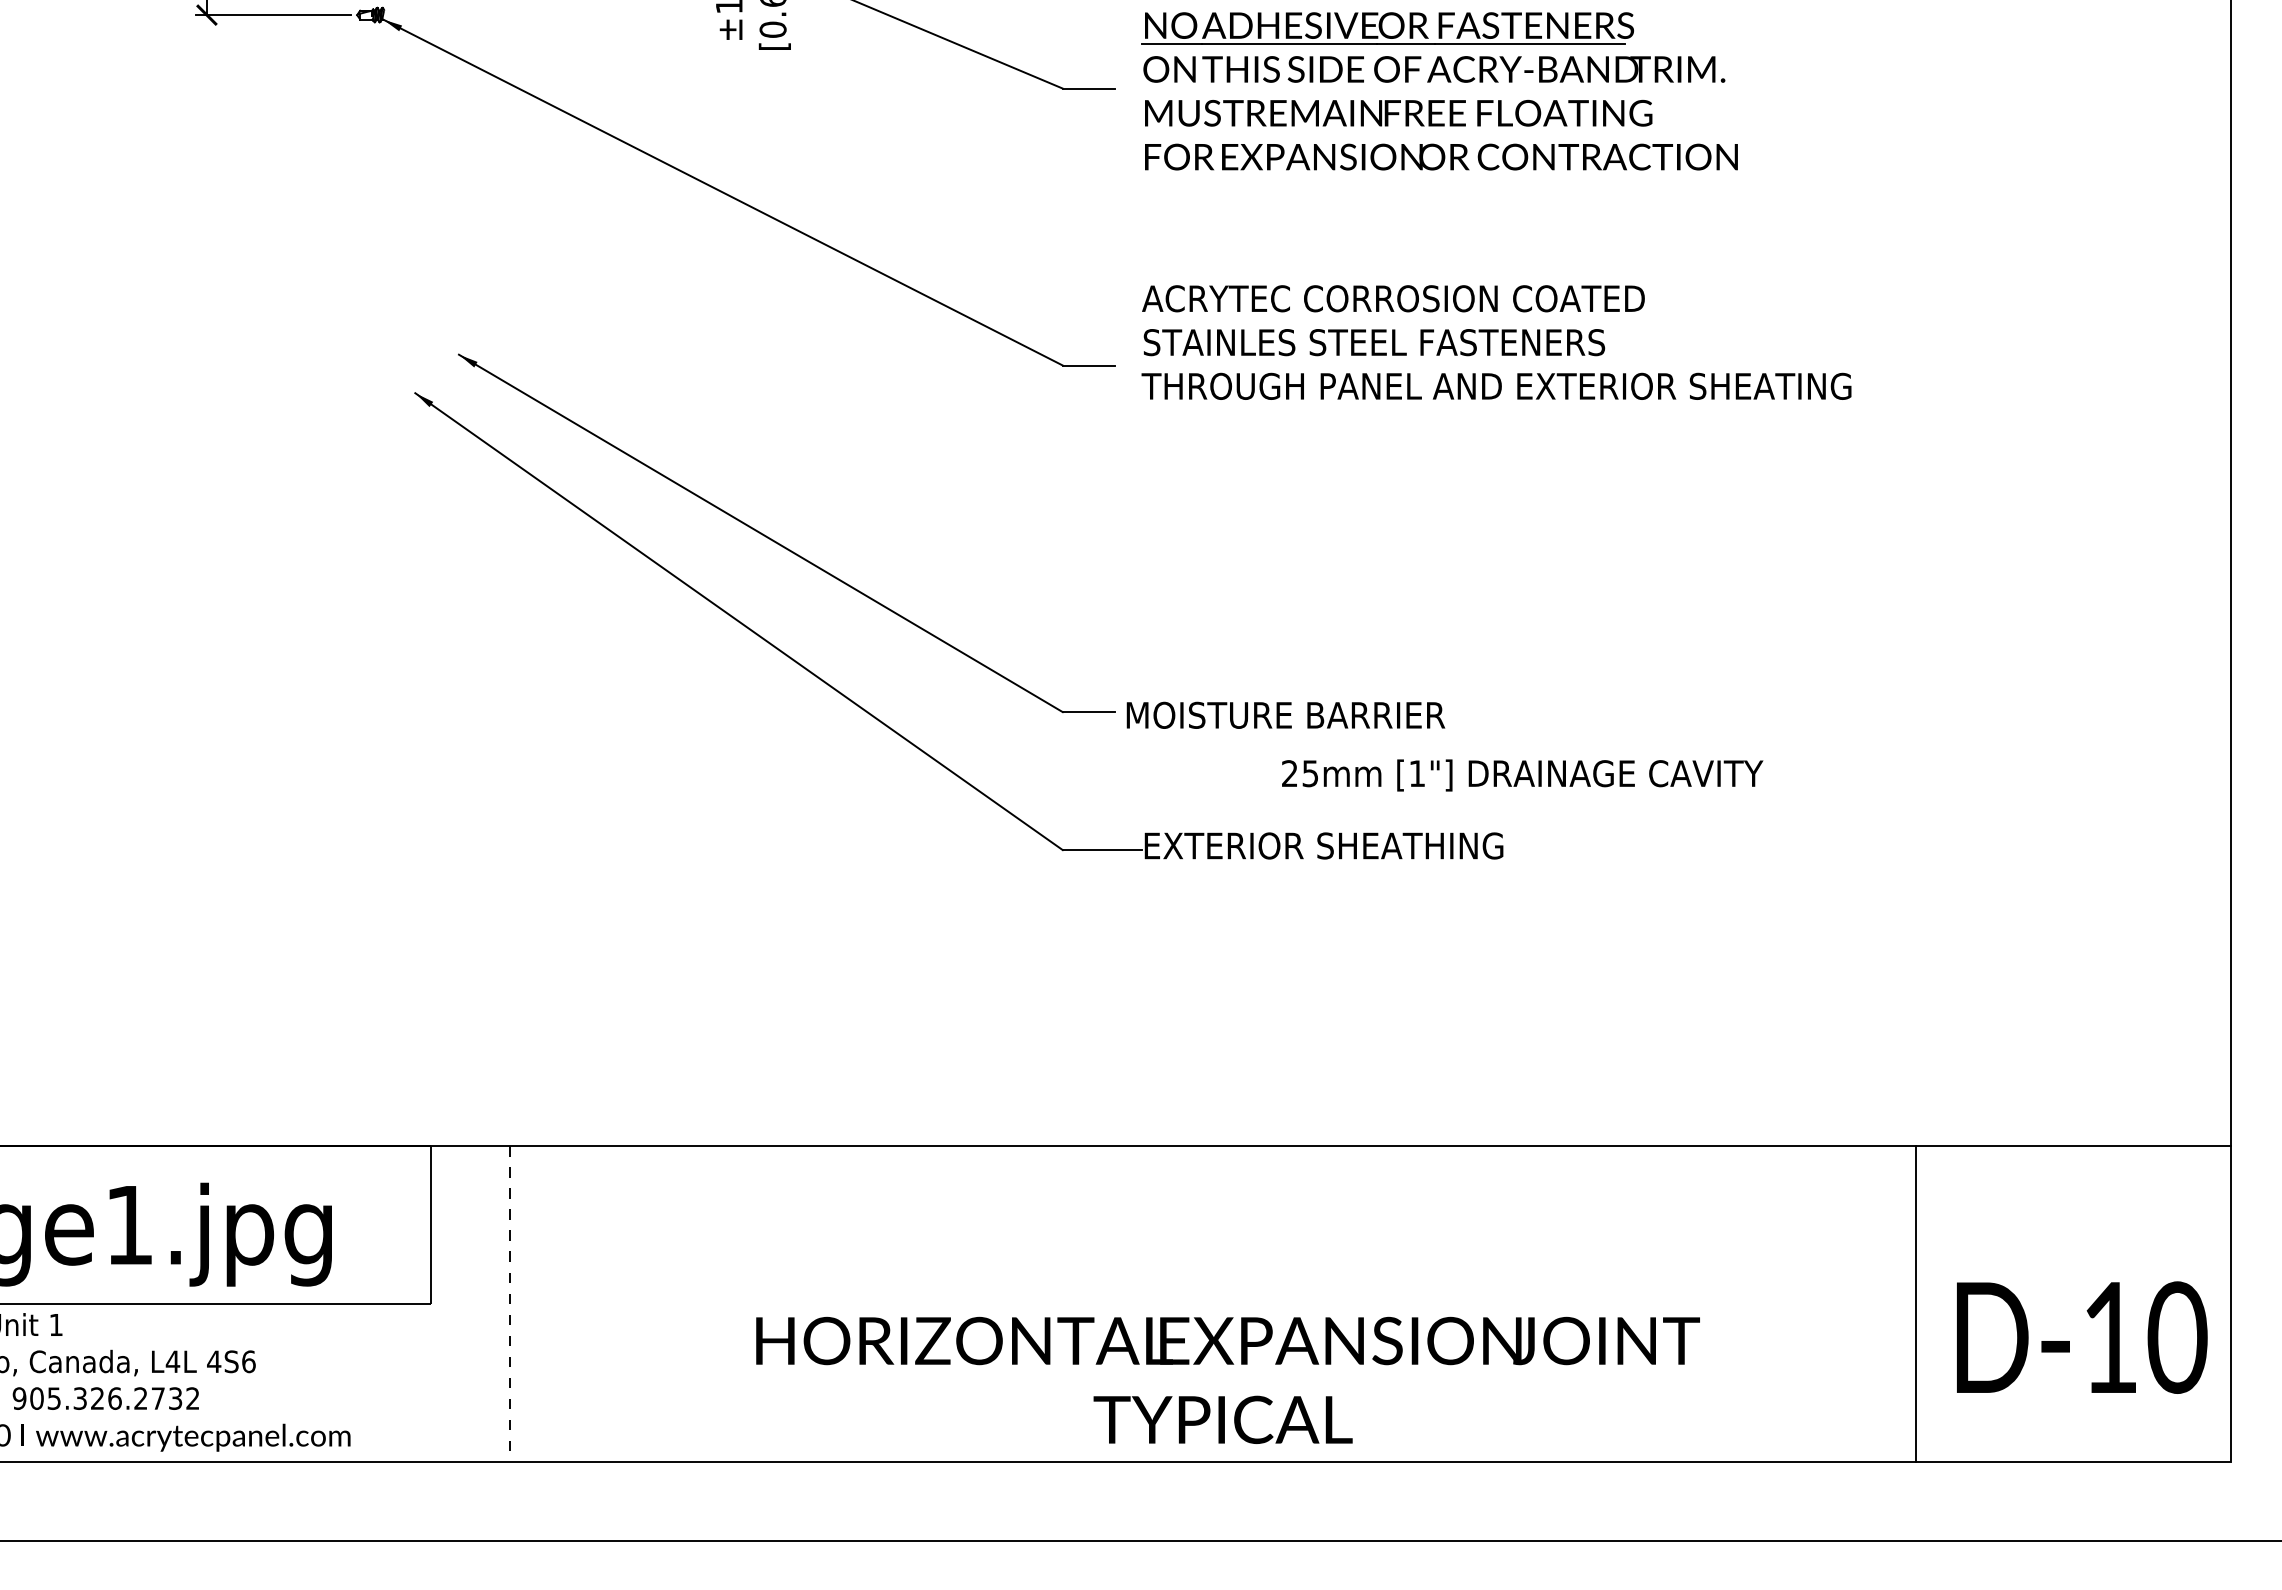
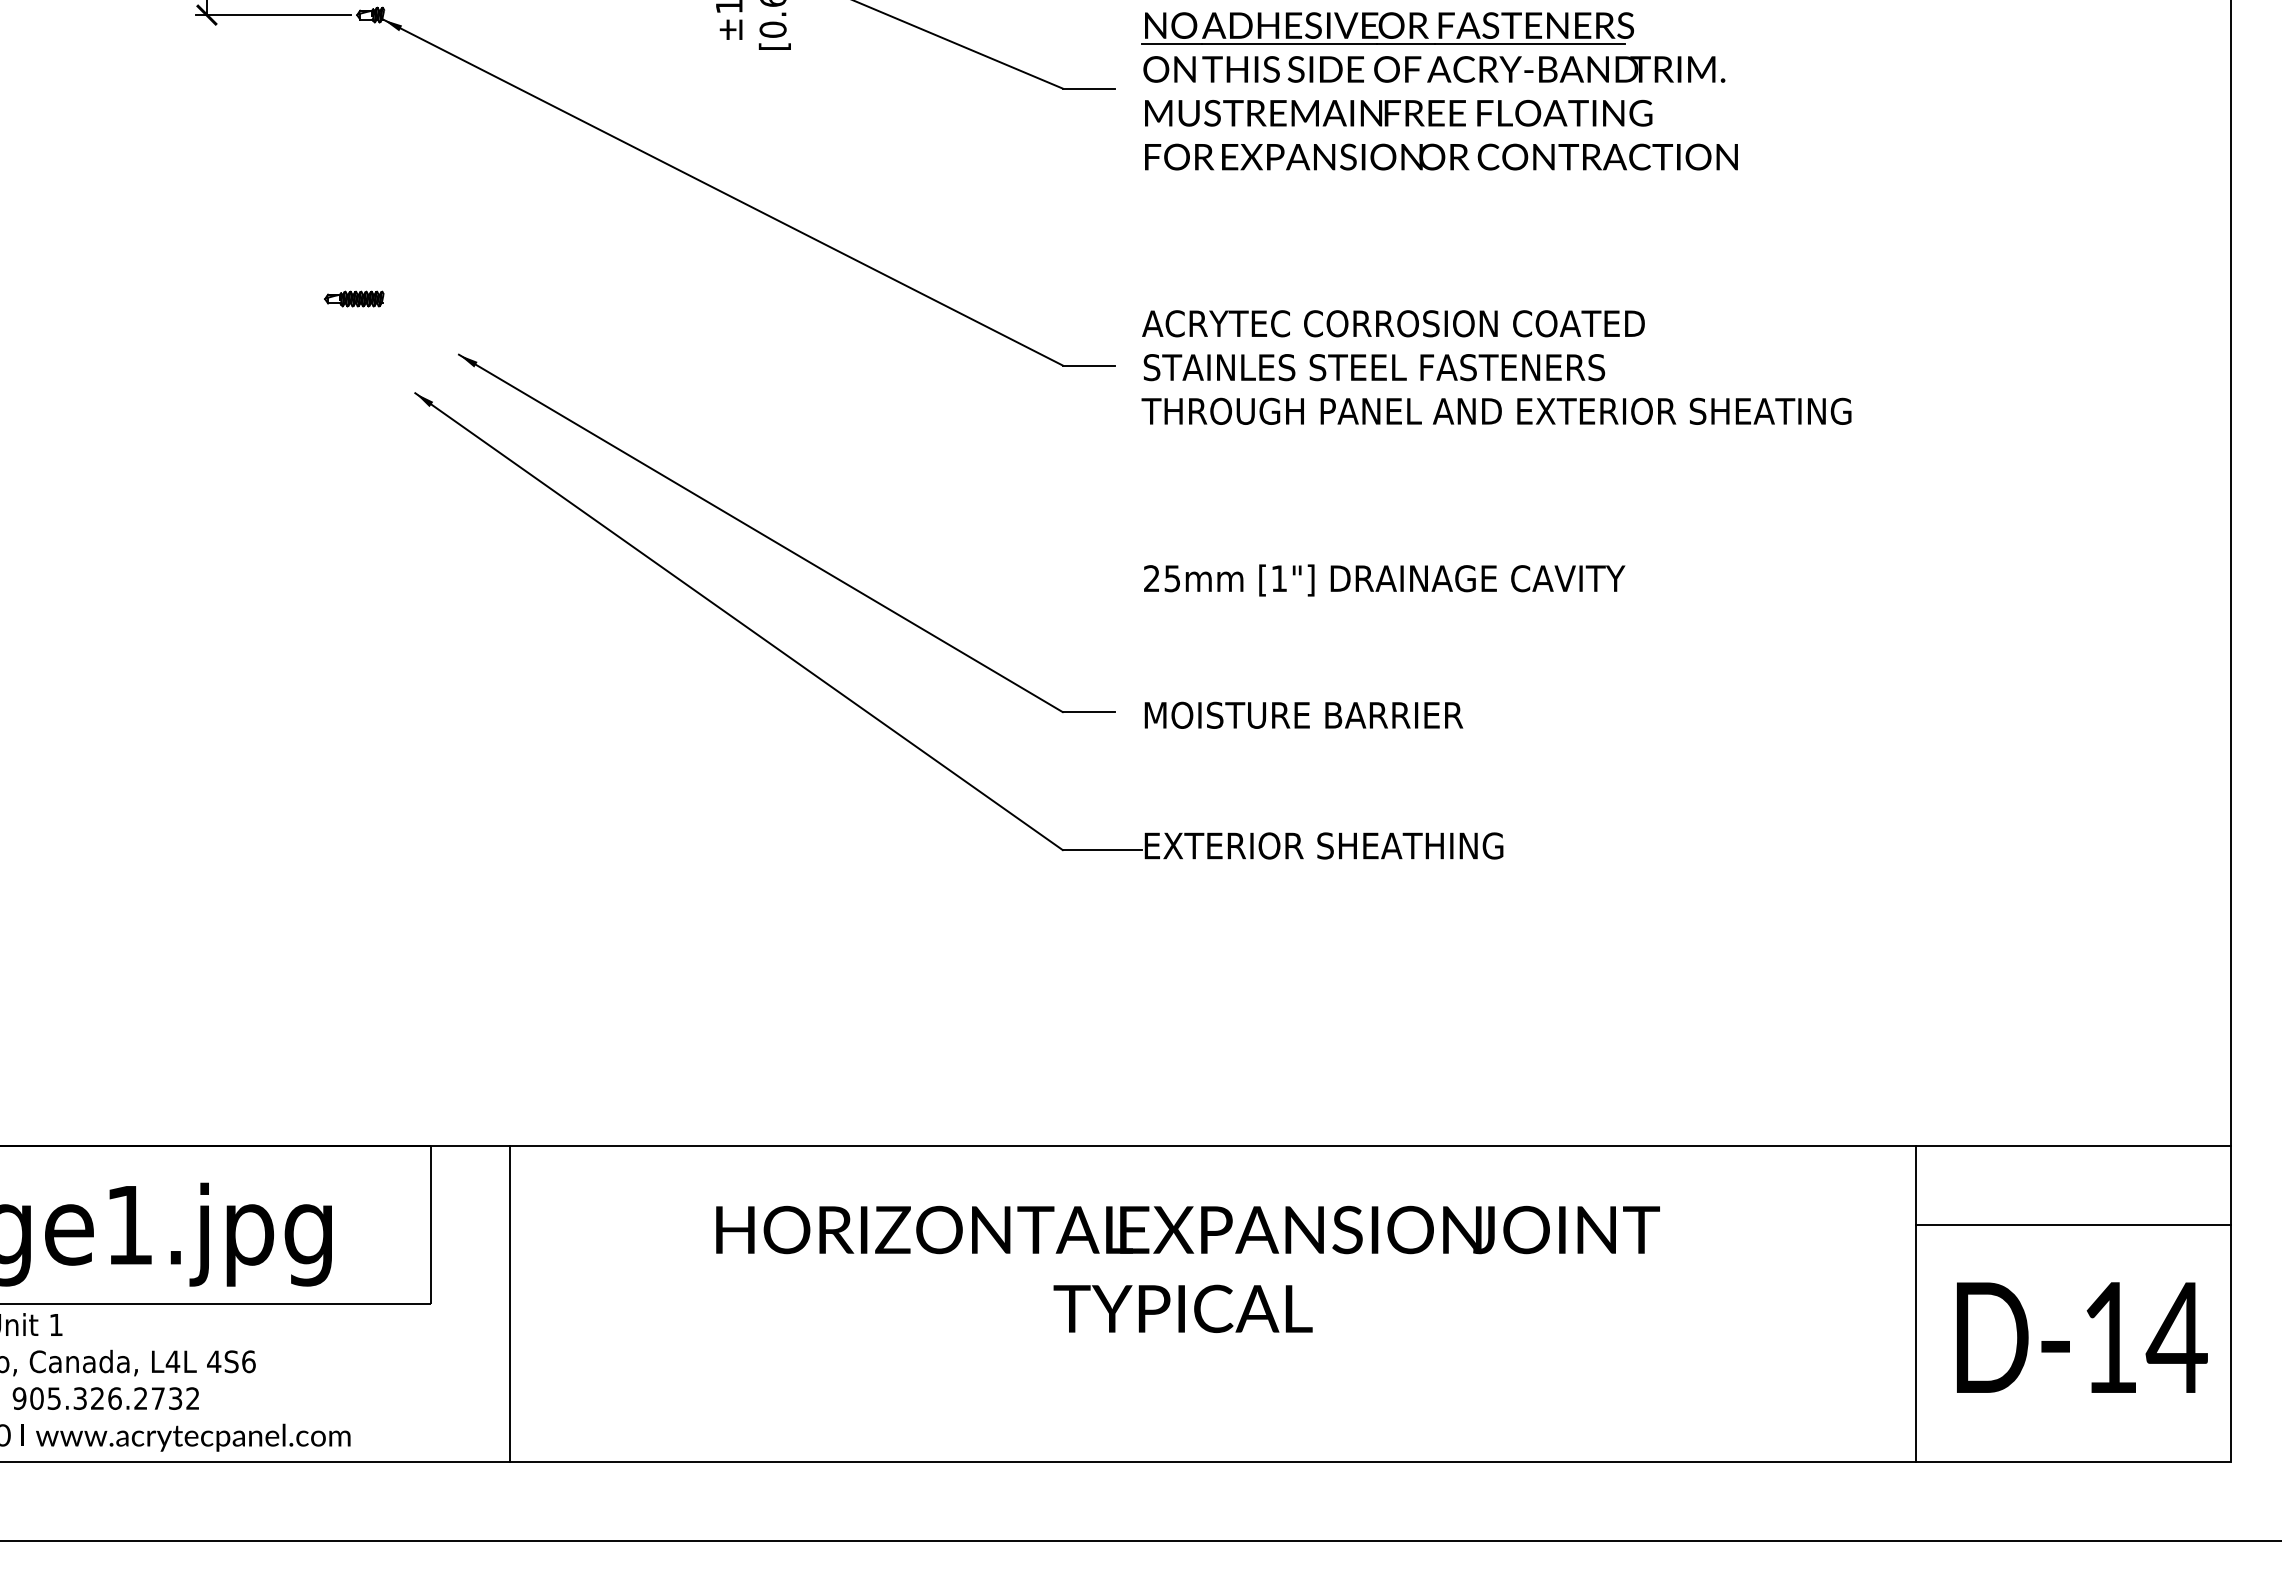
part at (354, 298): none -> present
text at (1496, 342) position: (1496, 342) -> (1496, 367)
text at (1285, 714) position: (1285, 714) -> (1303, 714)
text at (1522, 775) position: (1522, 775) -> (1384, 580)
line at (2073, 1225): none -> present
line at (509, 1304): dashed -> solid
text at (2176, 1337): D-10 -> D-14
text at (1227, 1379) position: (1227, 1379) -> (1187, 1268)
